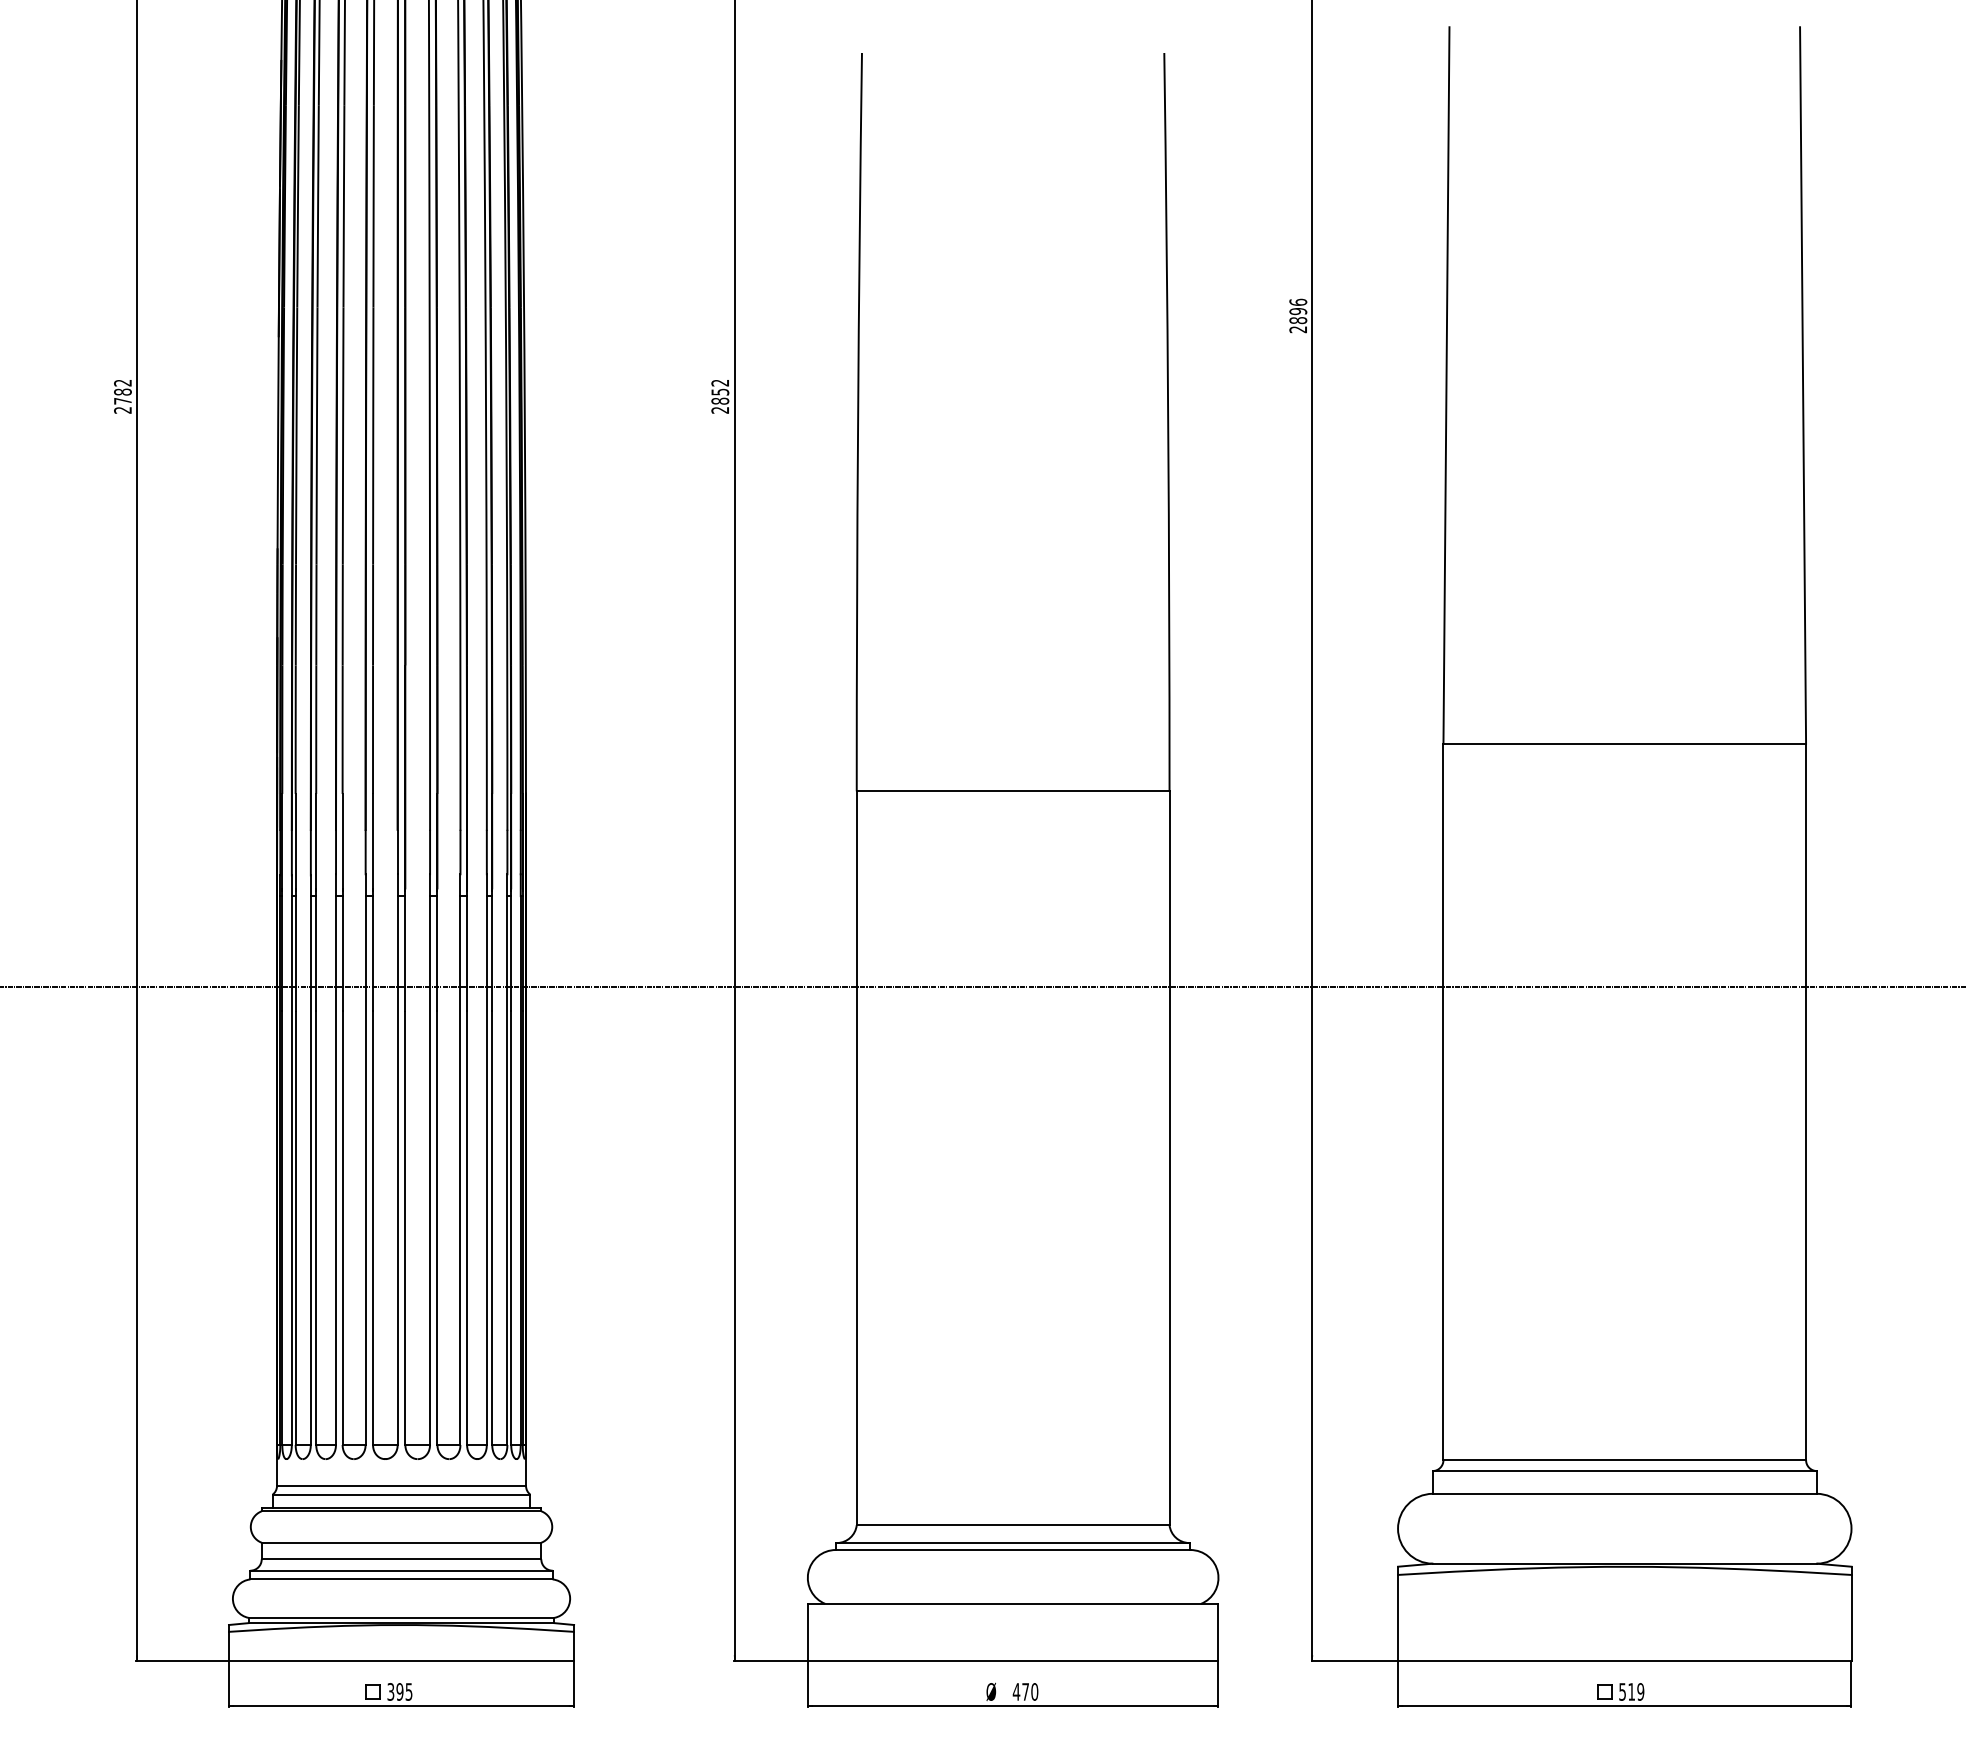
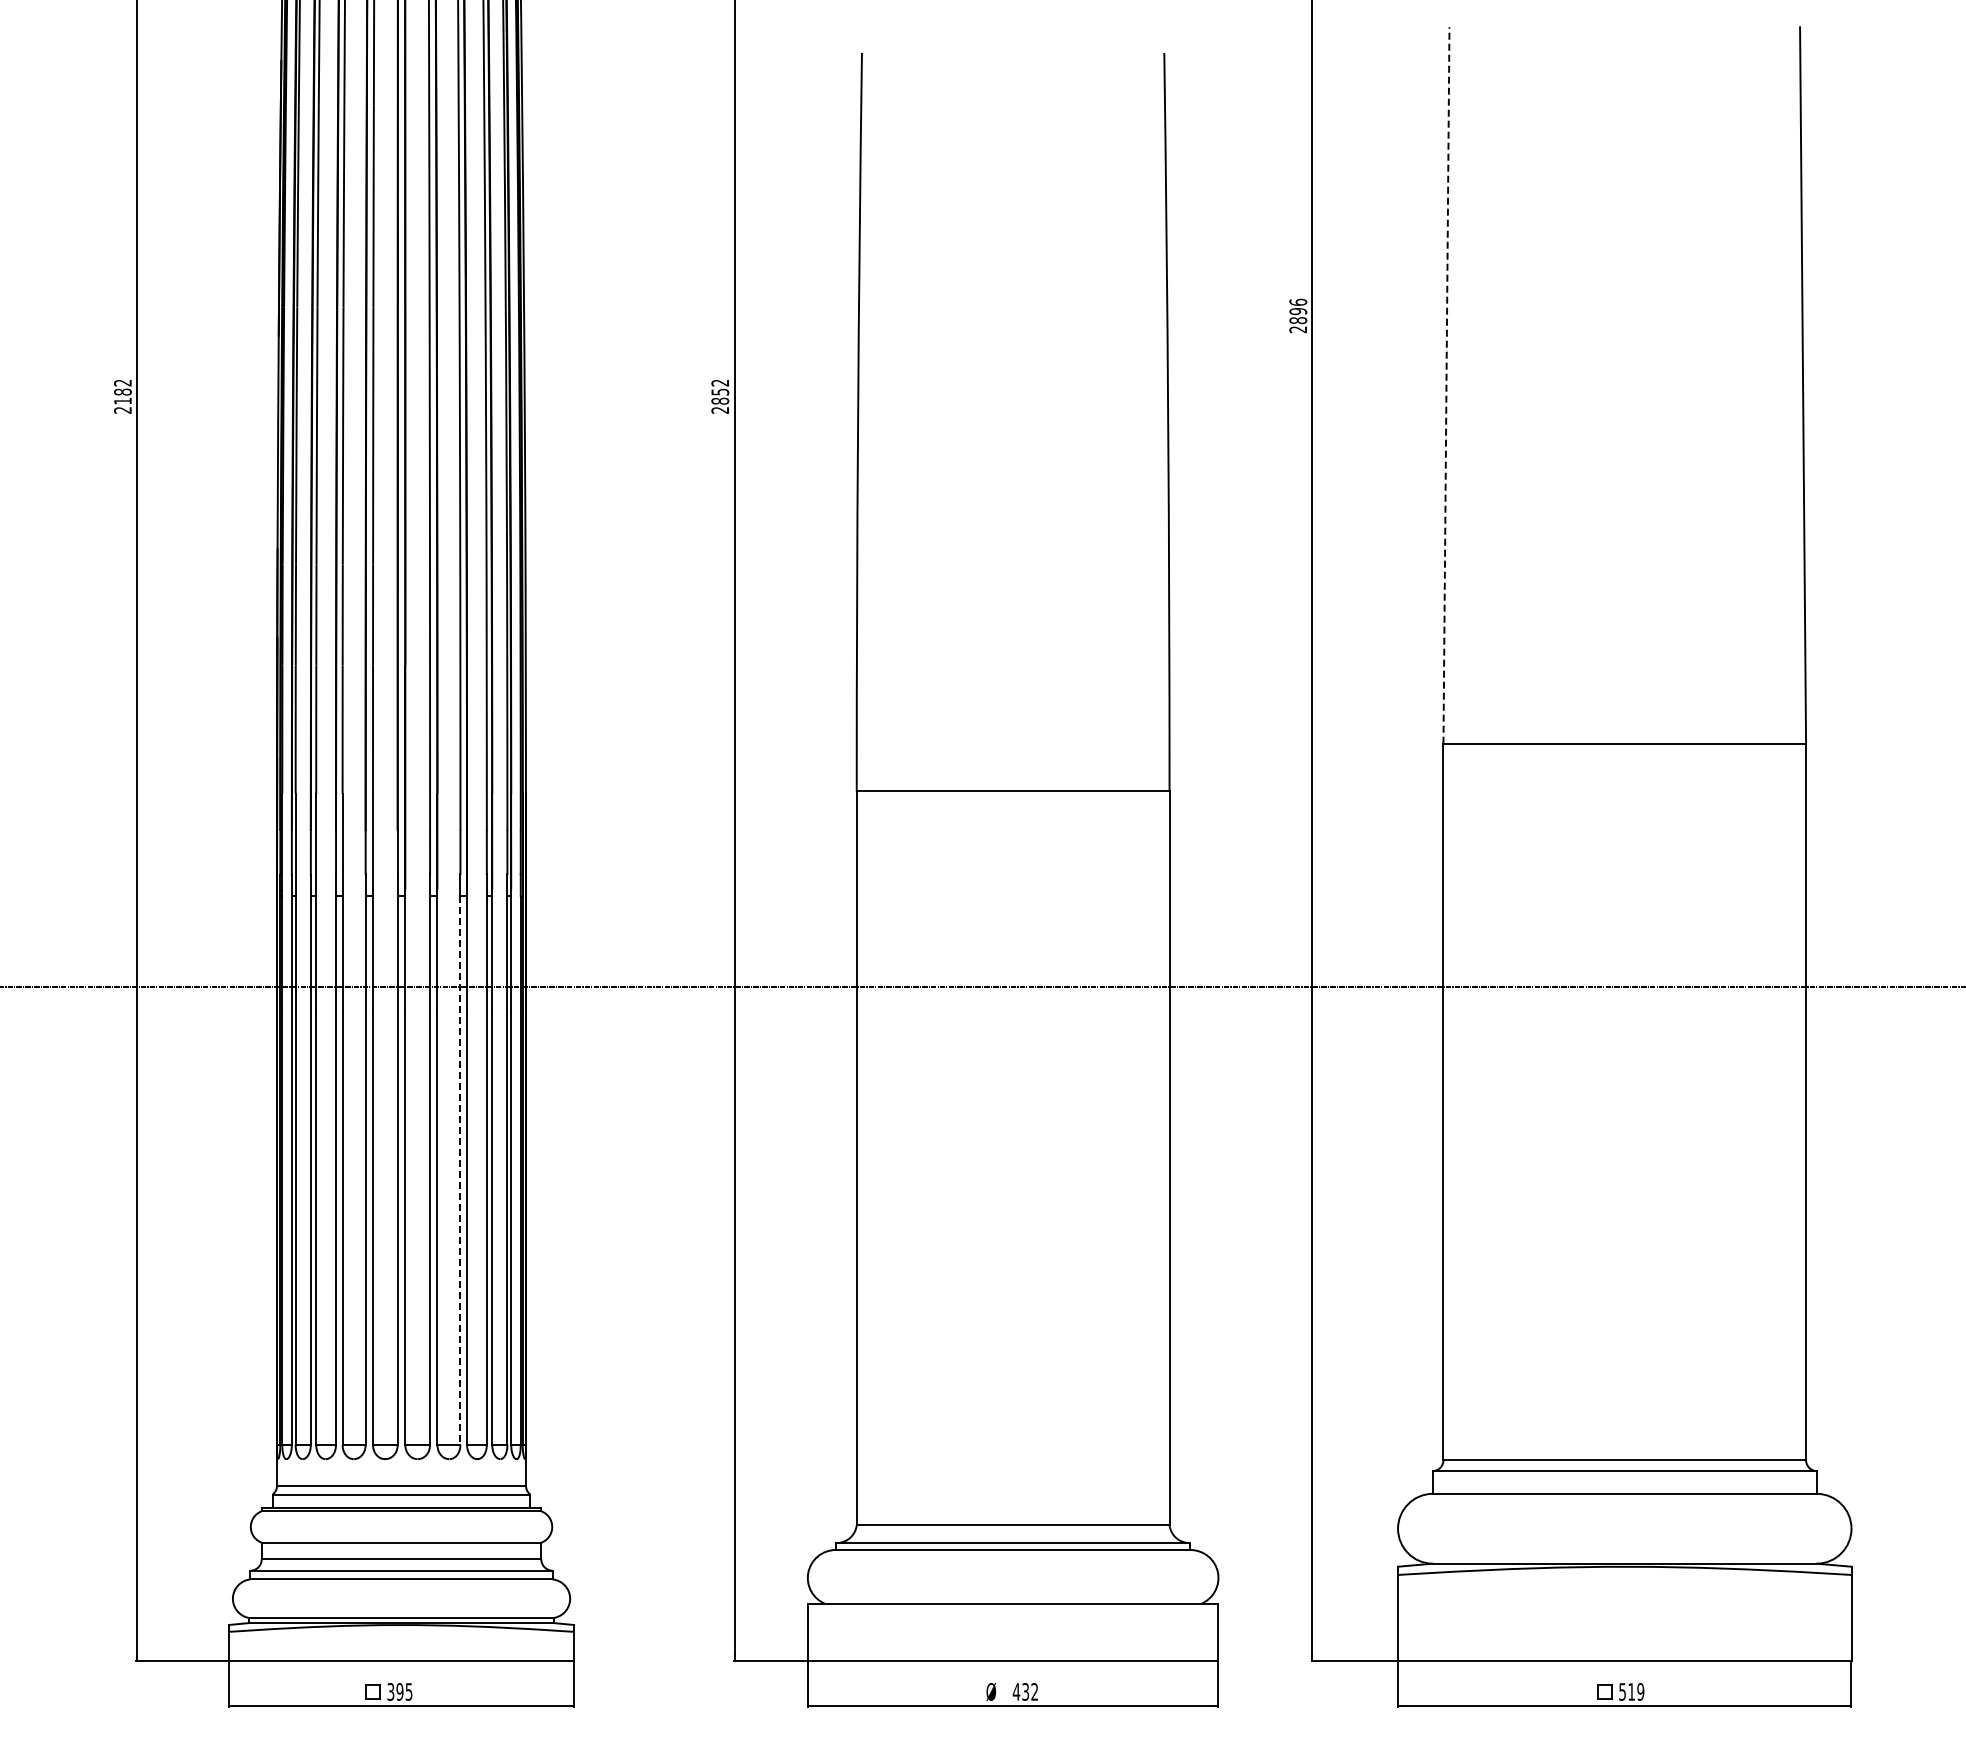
line at (1446, 384): solid -> dashed
text at (122, 401): 2782 -> 2182
line at (460, 1171): solid -> dashed
text at (1030, 1691): 470 -> 432
